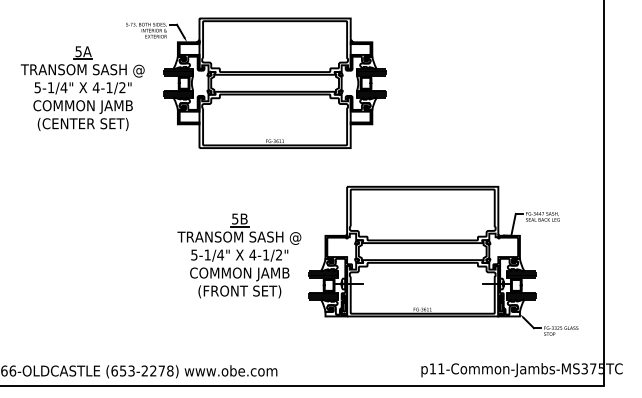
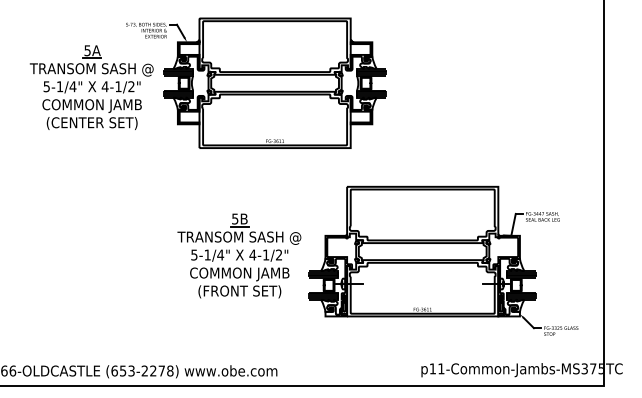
part at (82, 88) position: (82, 88) -> (91, 87)
